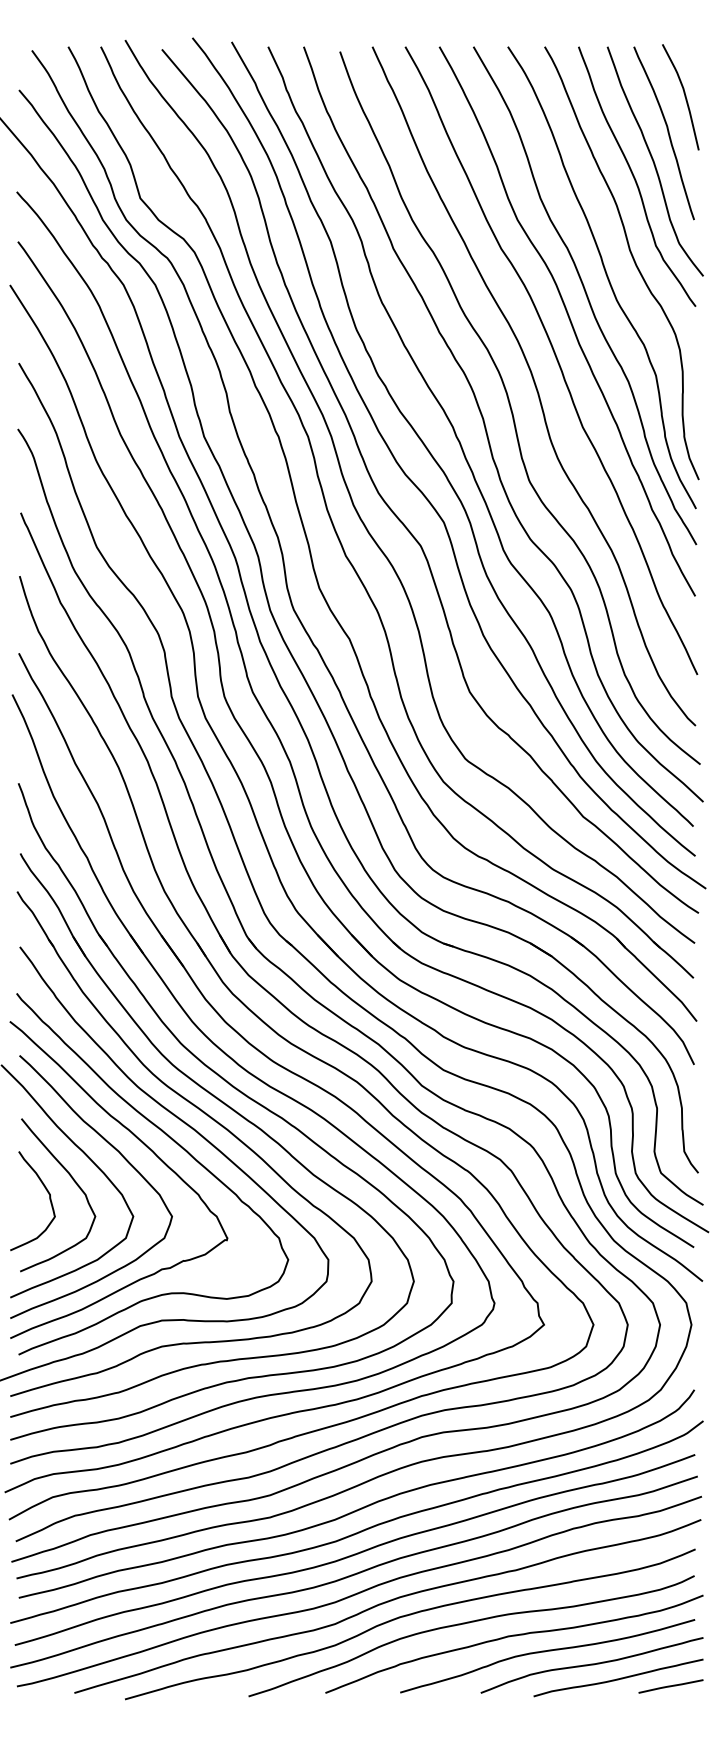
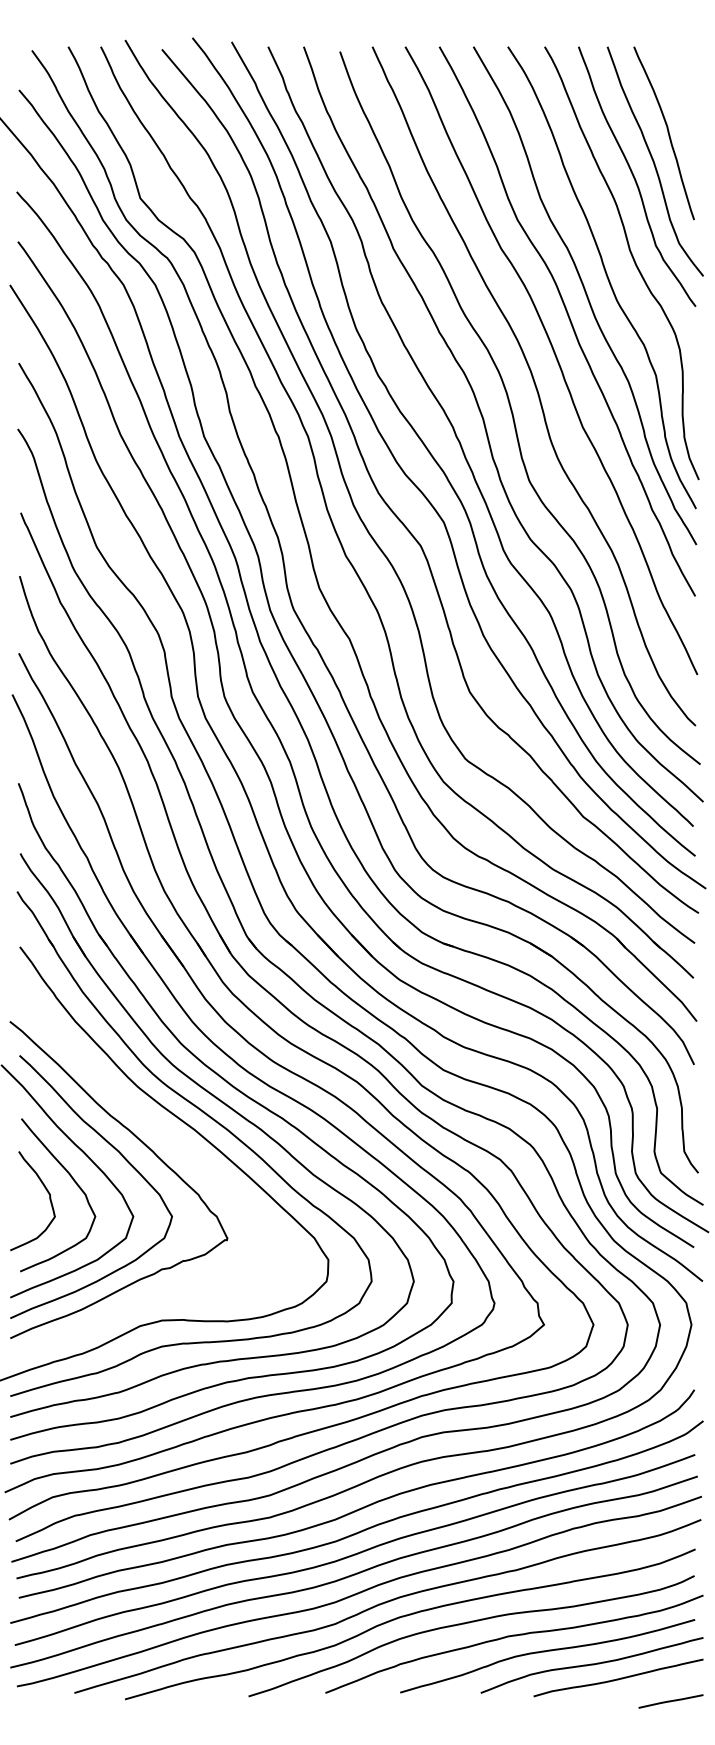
curve at (684, 97): present -> none
curve at (175, 1143): present -> none
line at (670, 1686) position: (670, 1686) -> (670, 1701)
